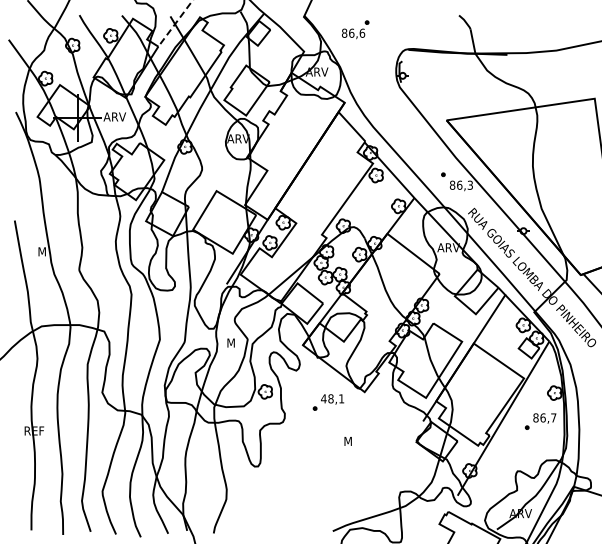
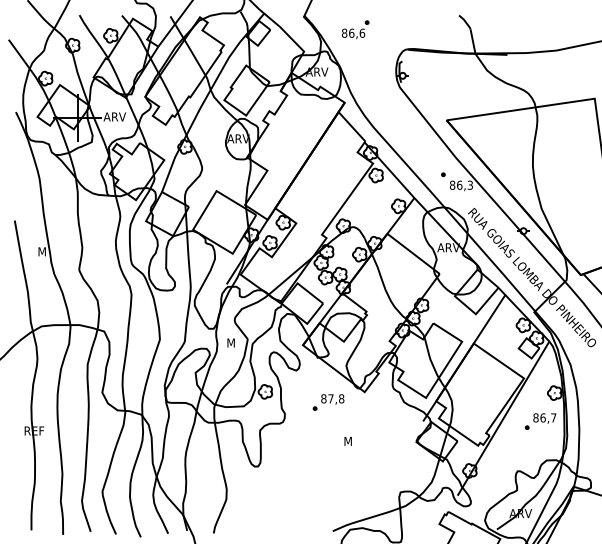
line at (175, 23): dashed -> solid
text at (332, 398): 48,1 -> 87,8
